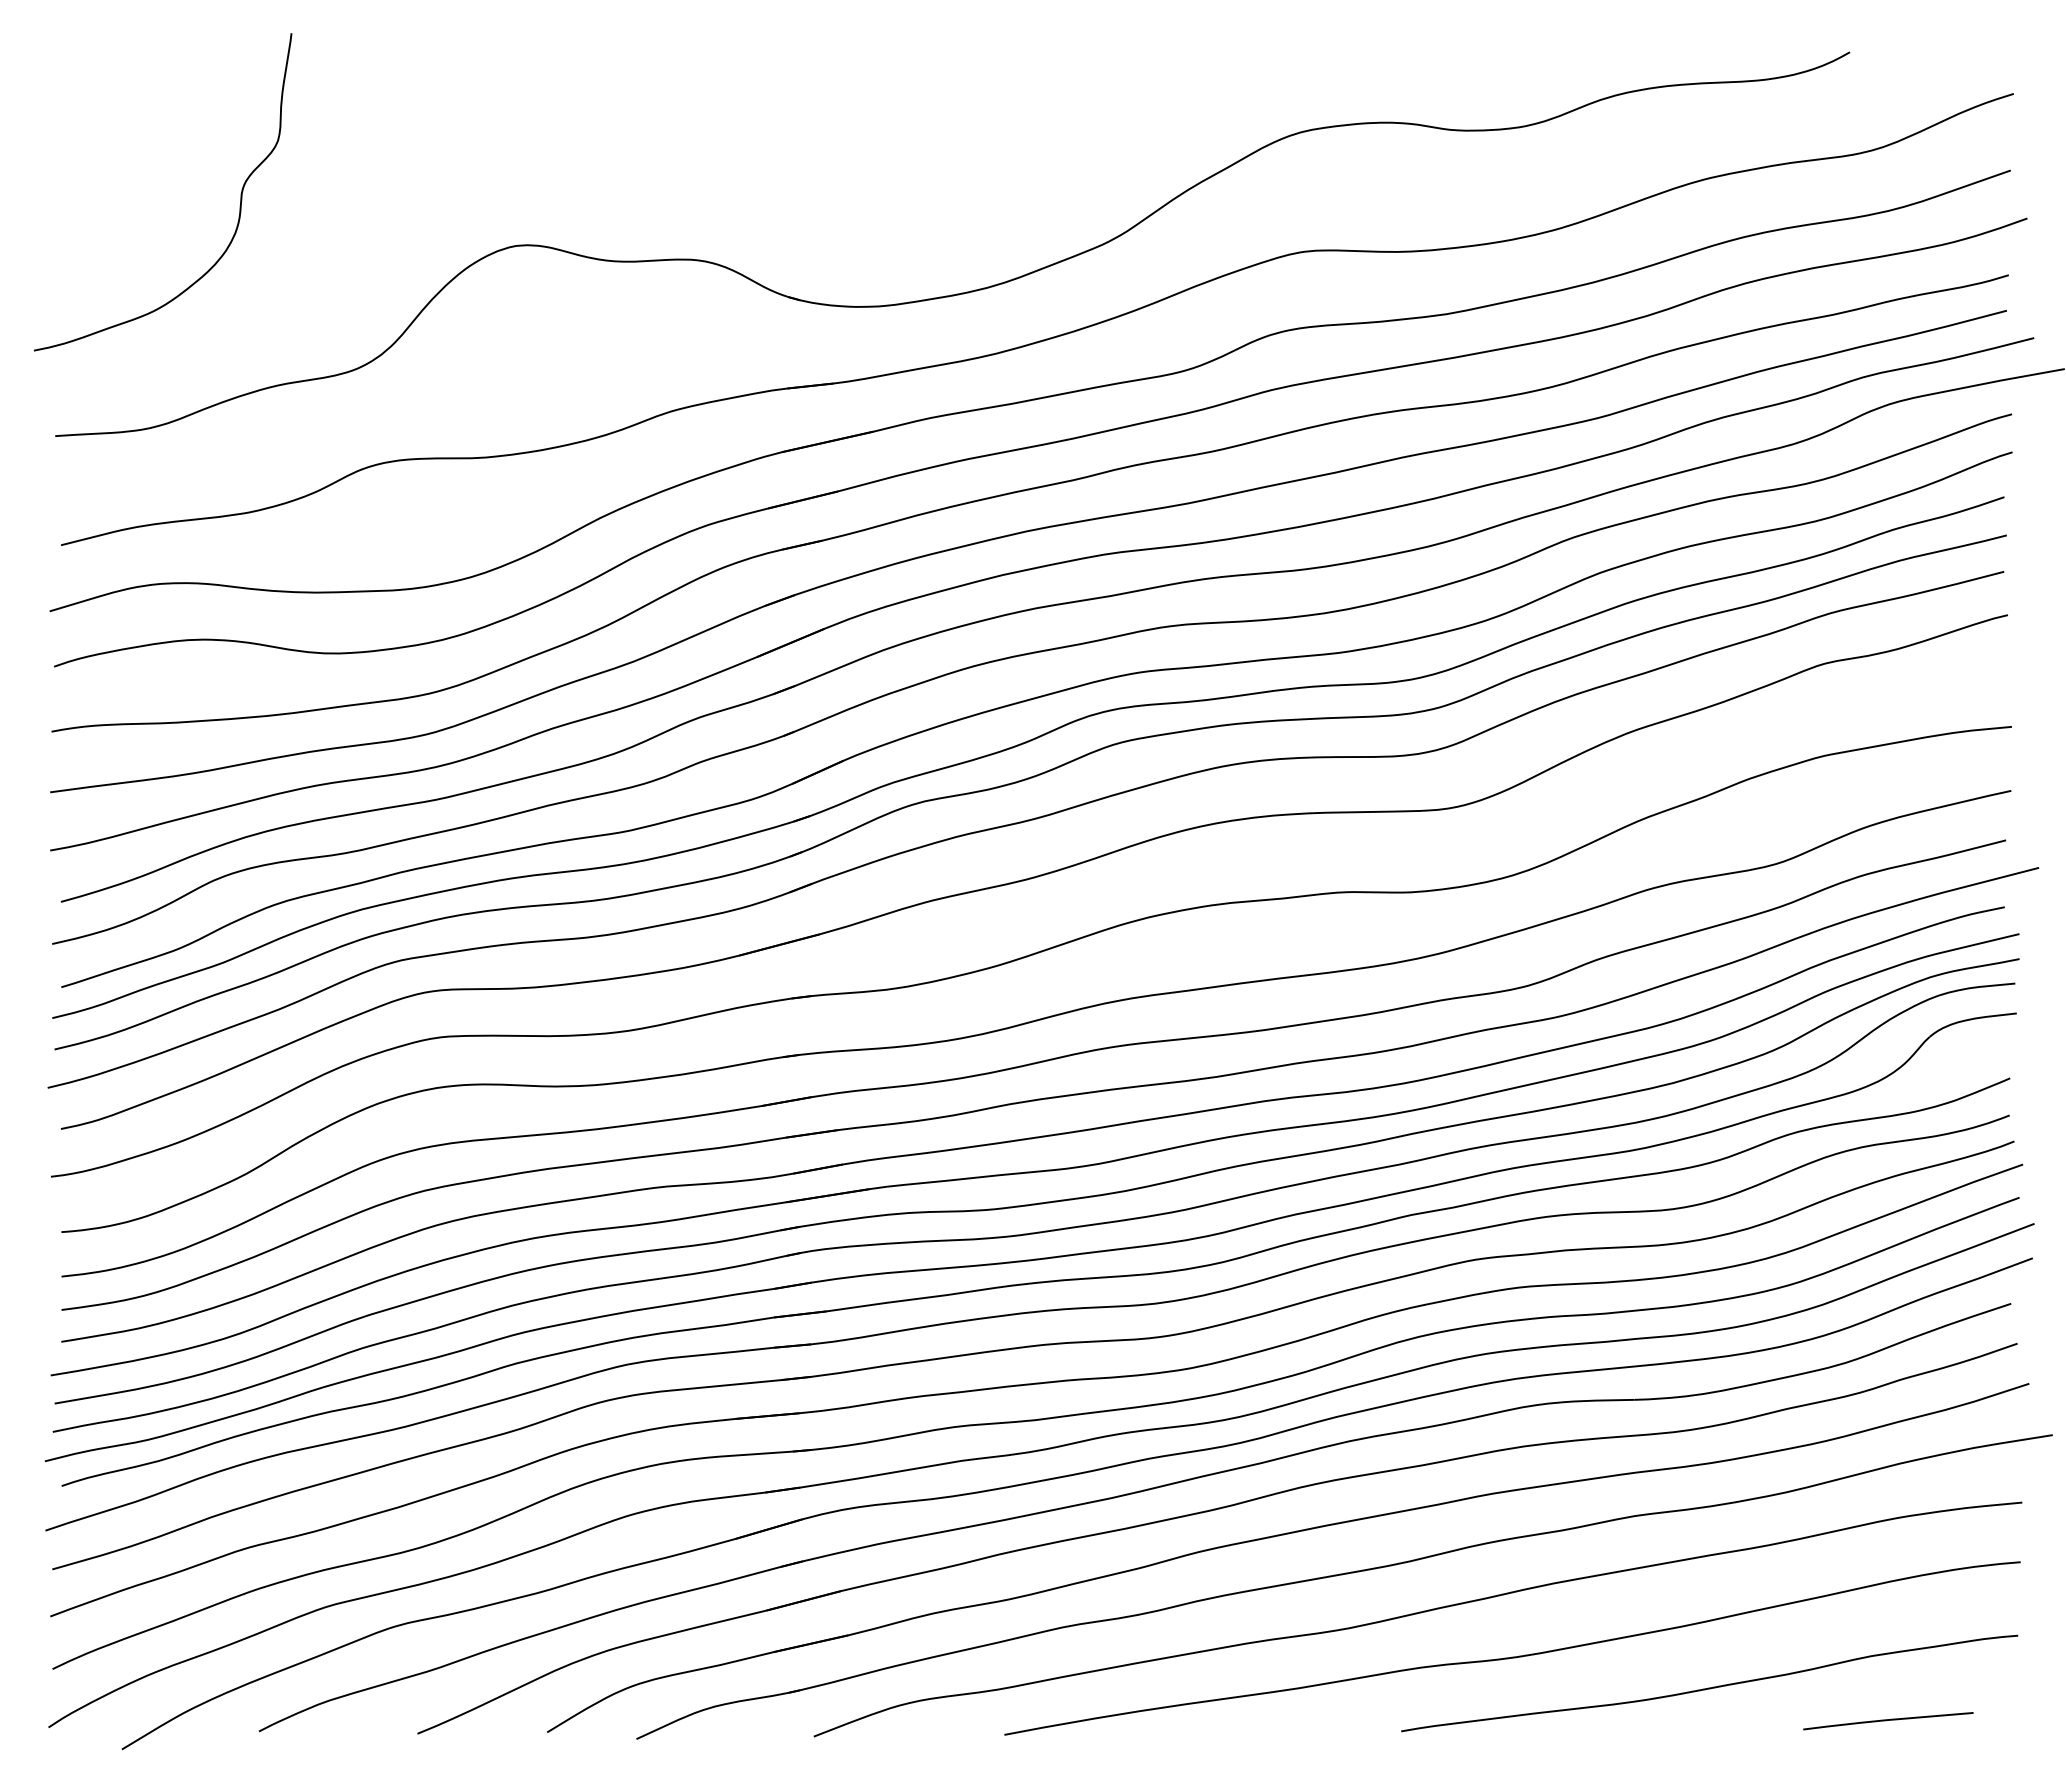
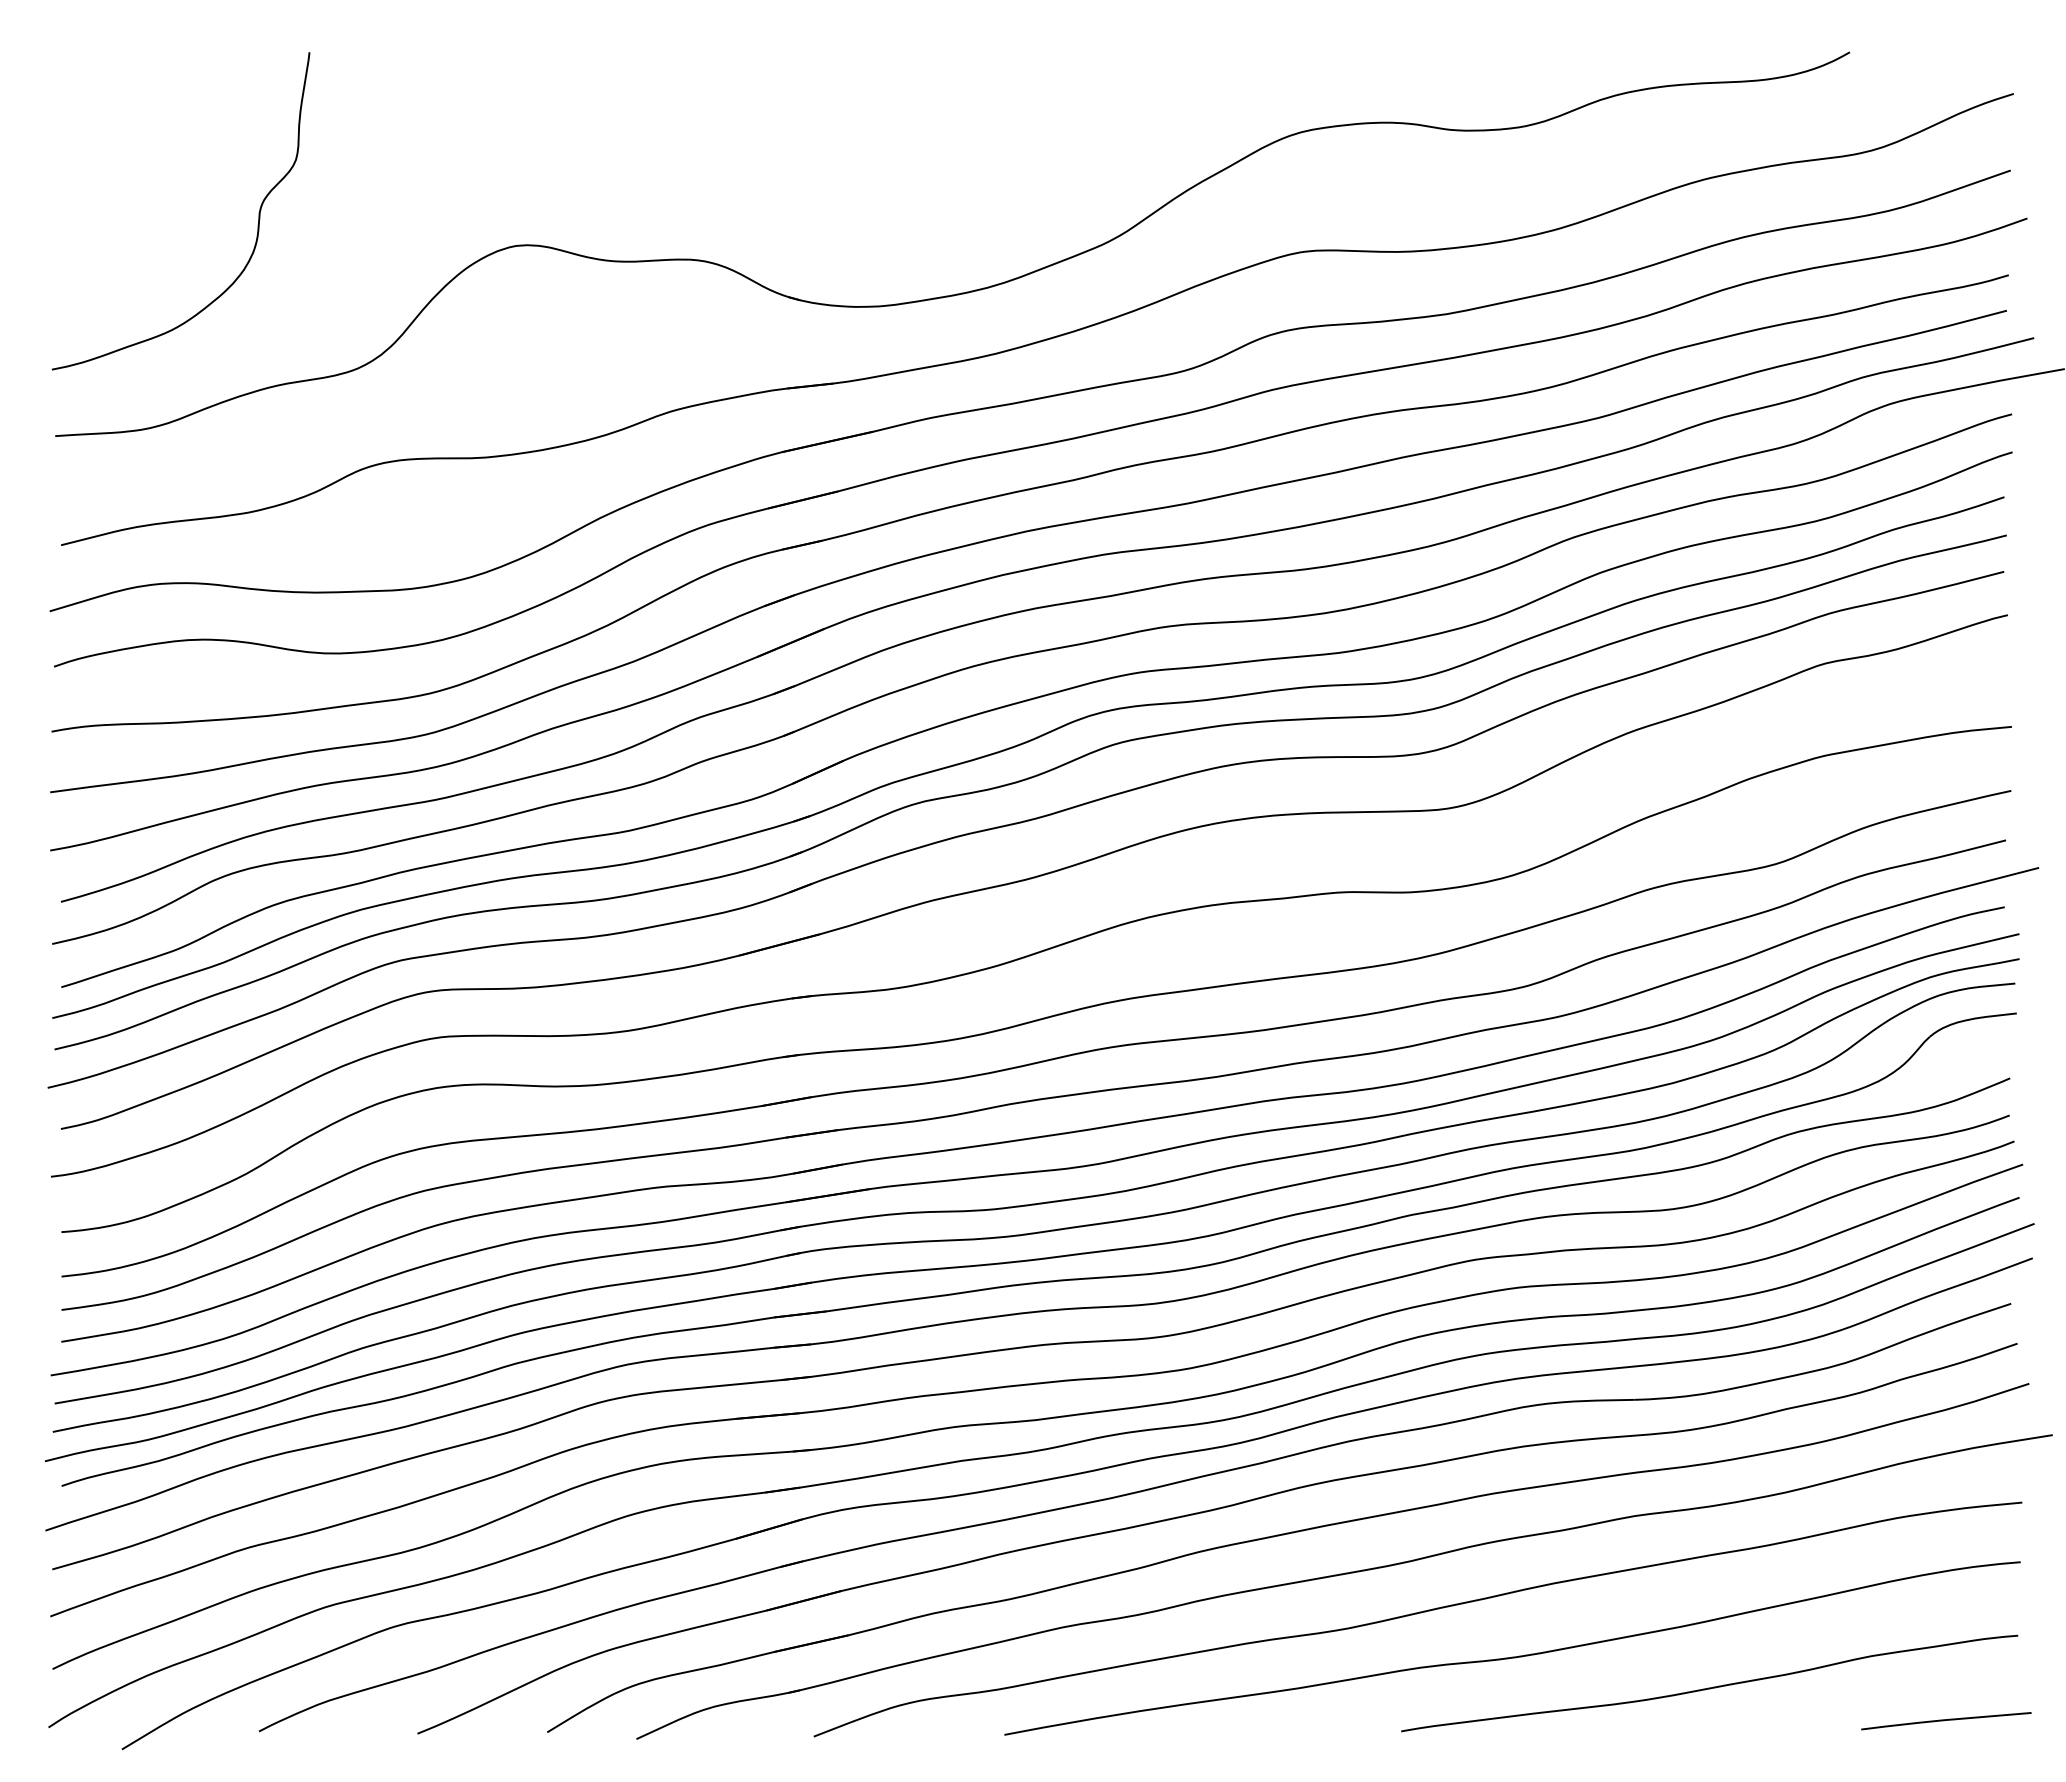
curve at (240, 193) position: (240, 193) -> (258, 212)
line at (1888, 1720) position: (1888, 1720) -> (1946, 1720)
